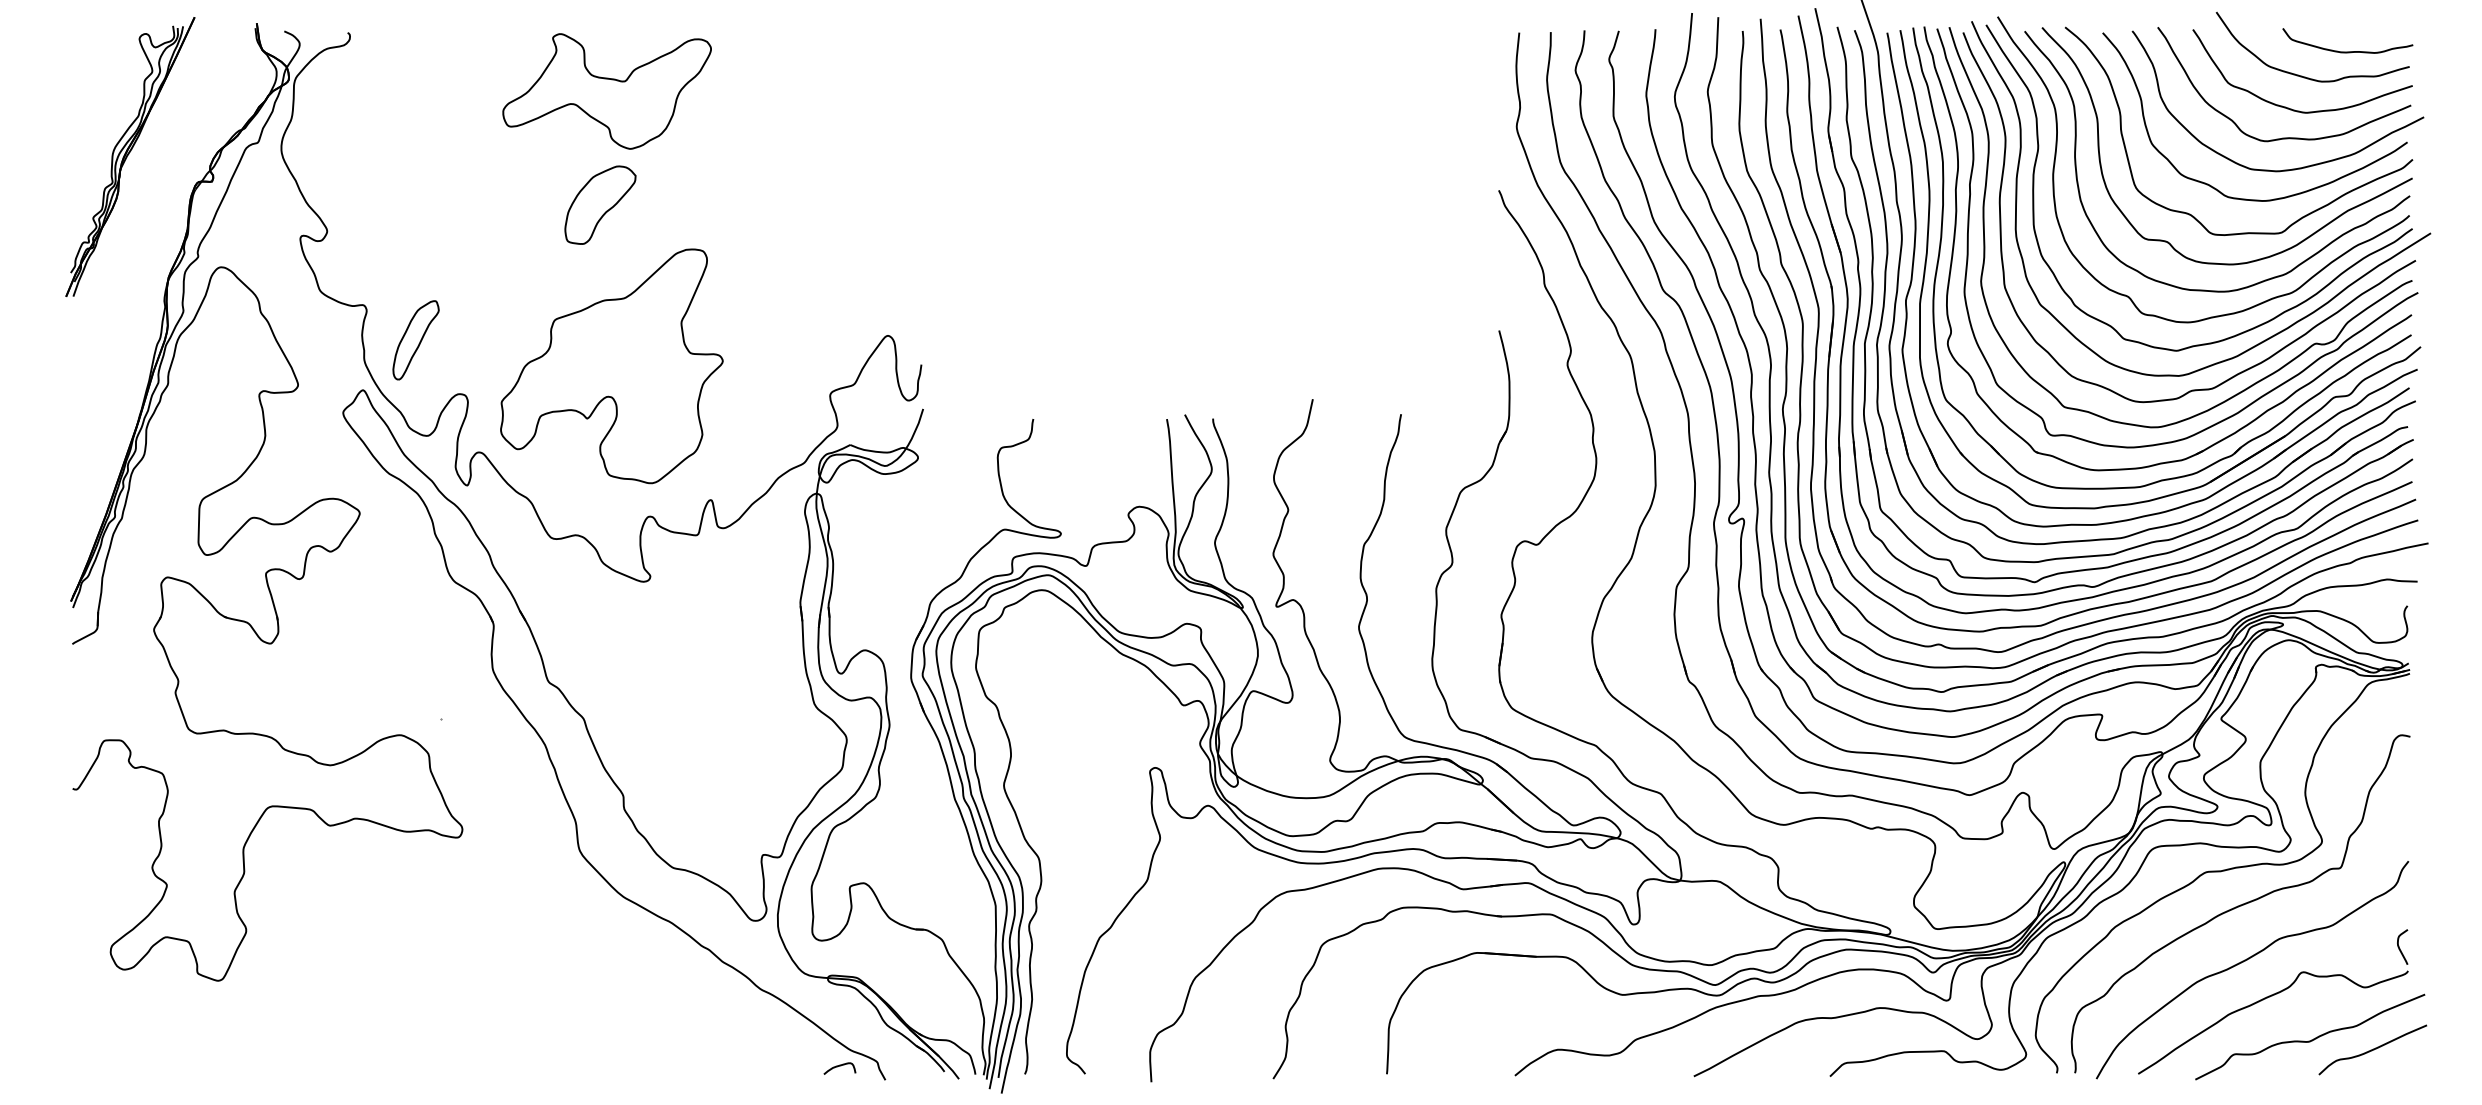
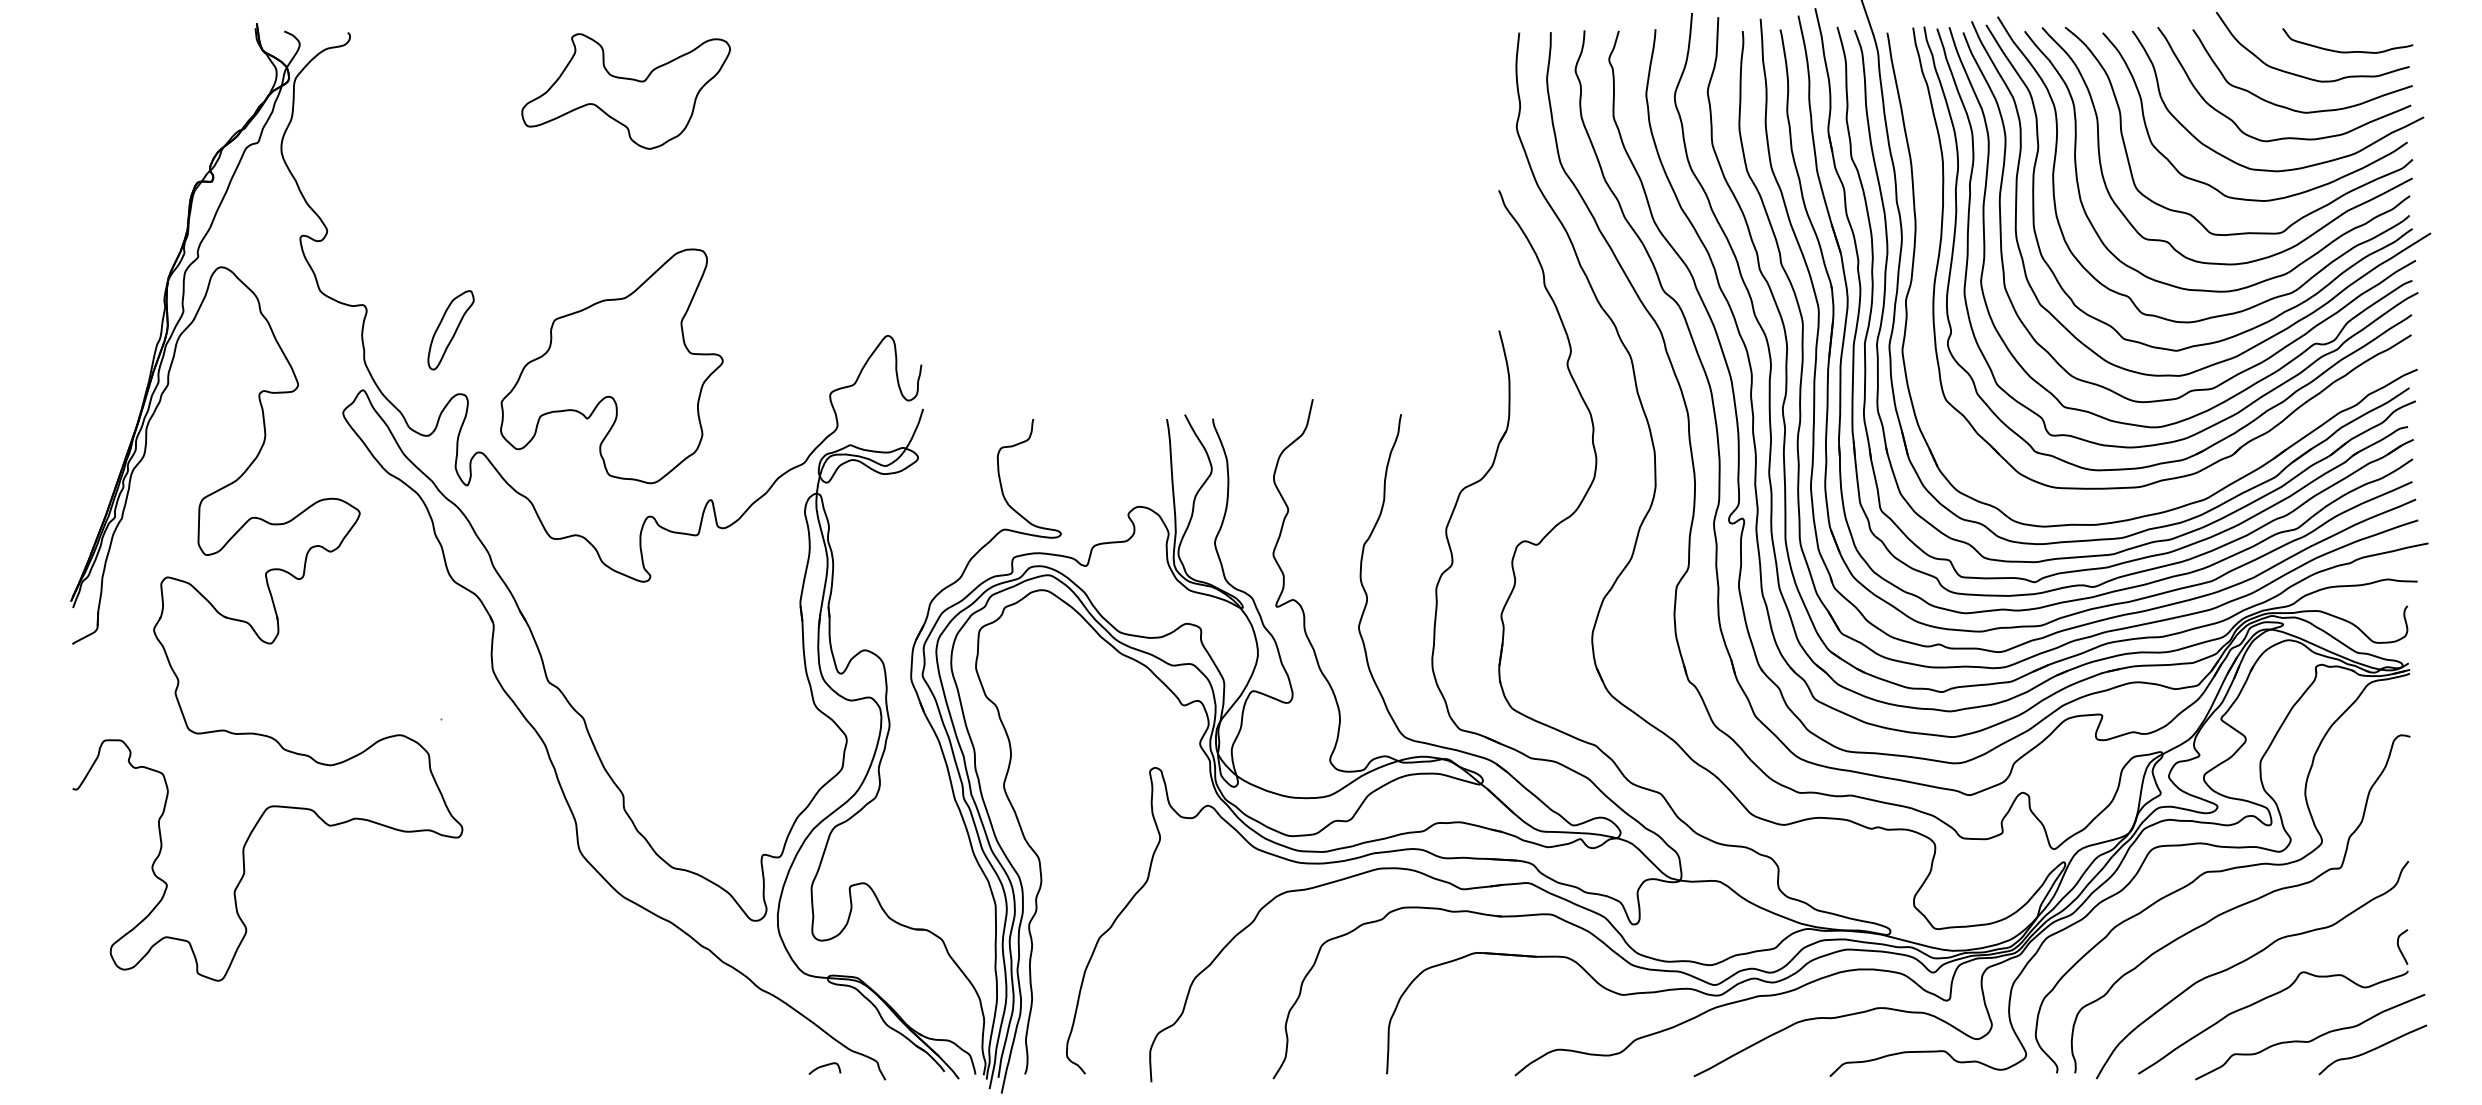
part at (606, 91) position: (606, 91) -> (625, 91)
part at (130, 156): present -> none
part at (600, 204): present -> none
part at (415, 340) position: (415, 340) -> (450, 330)
part at (2270, 443): present -> none
curve at (839, 1066) position: (839, 1066) -> (824, 1066)
